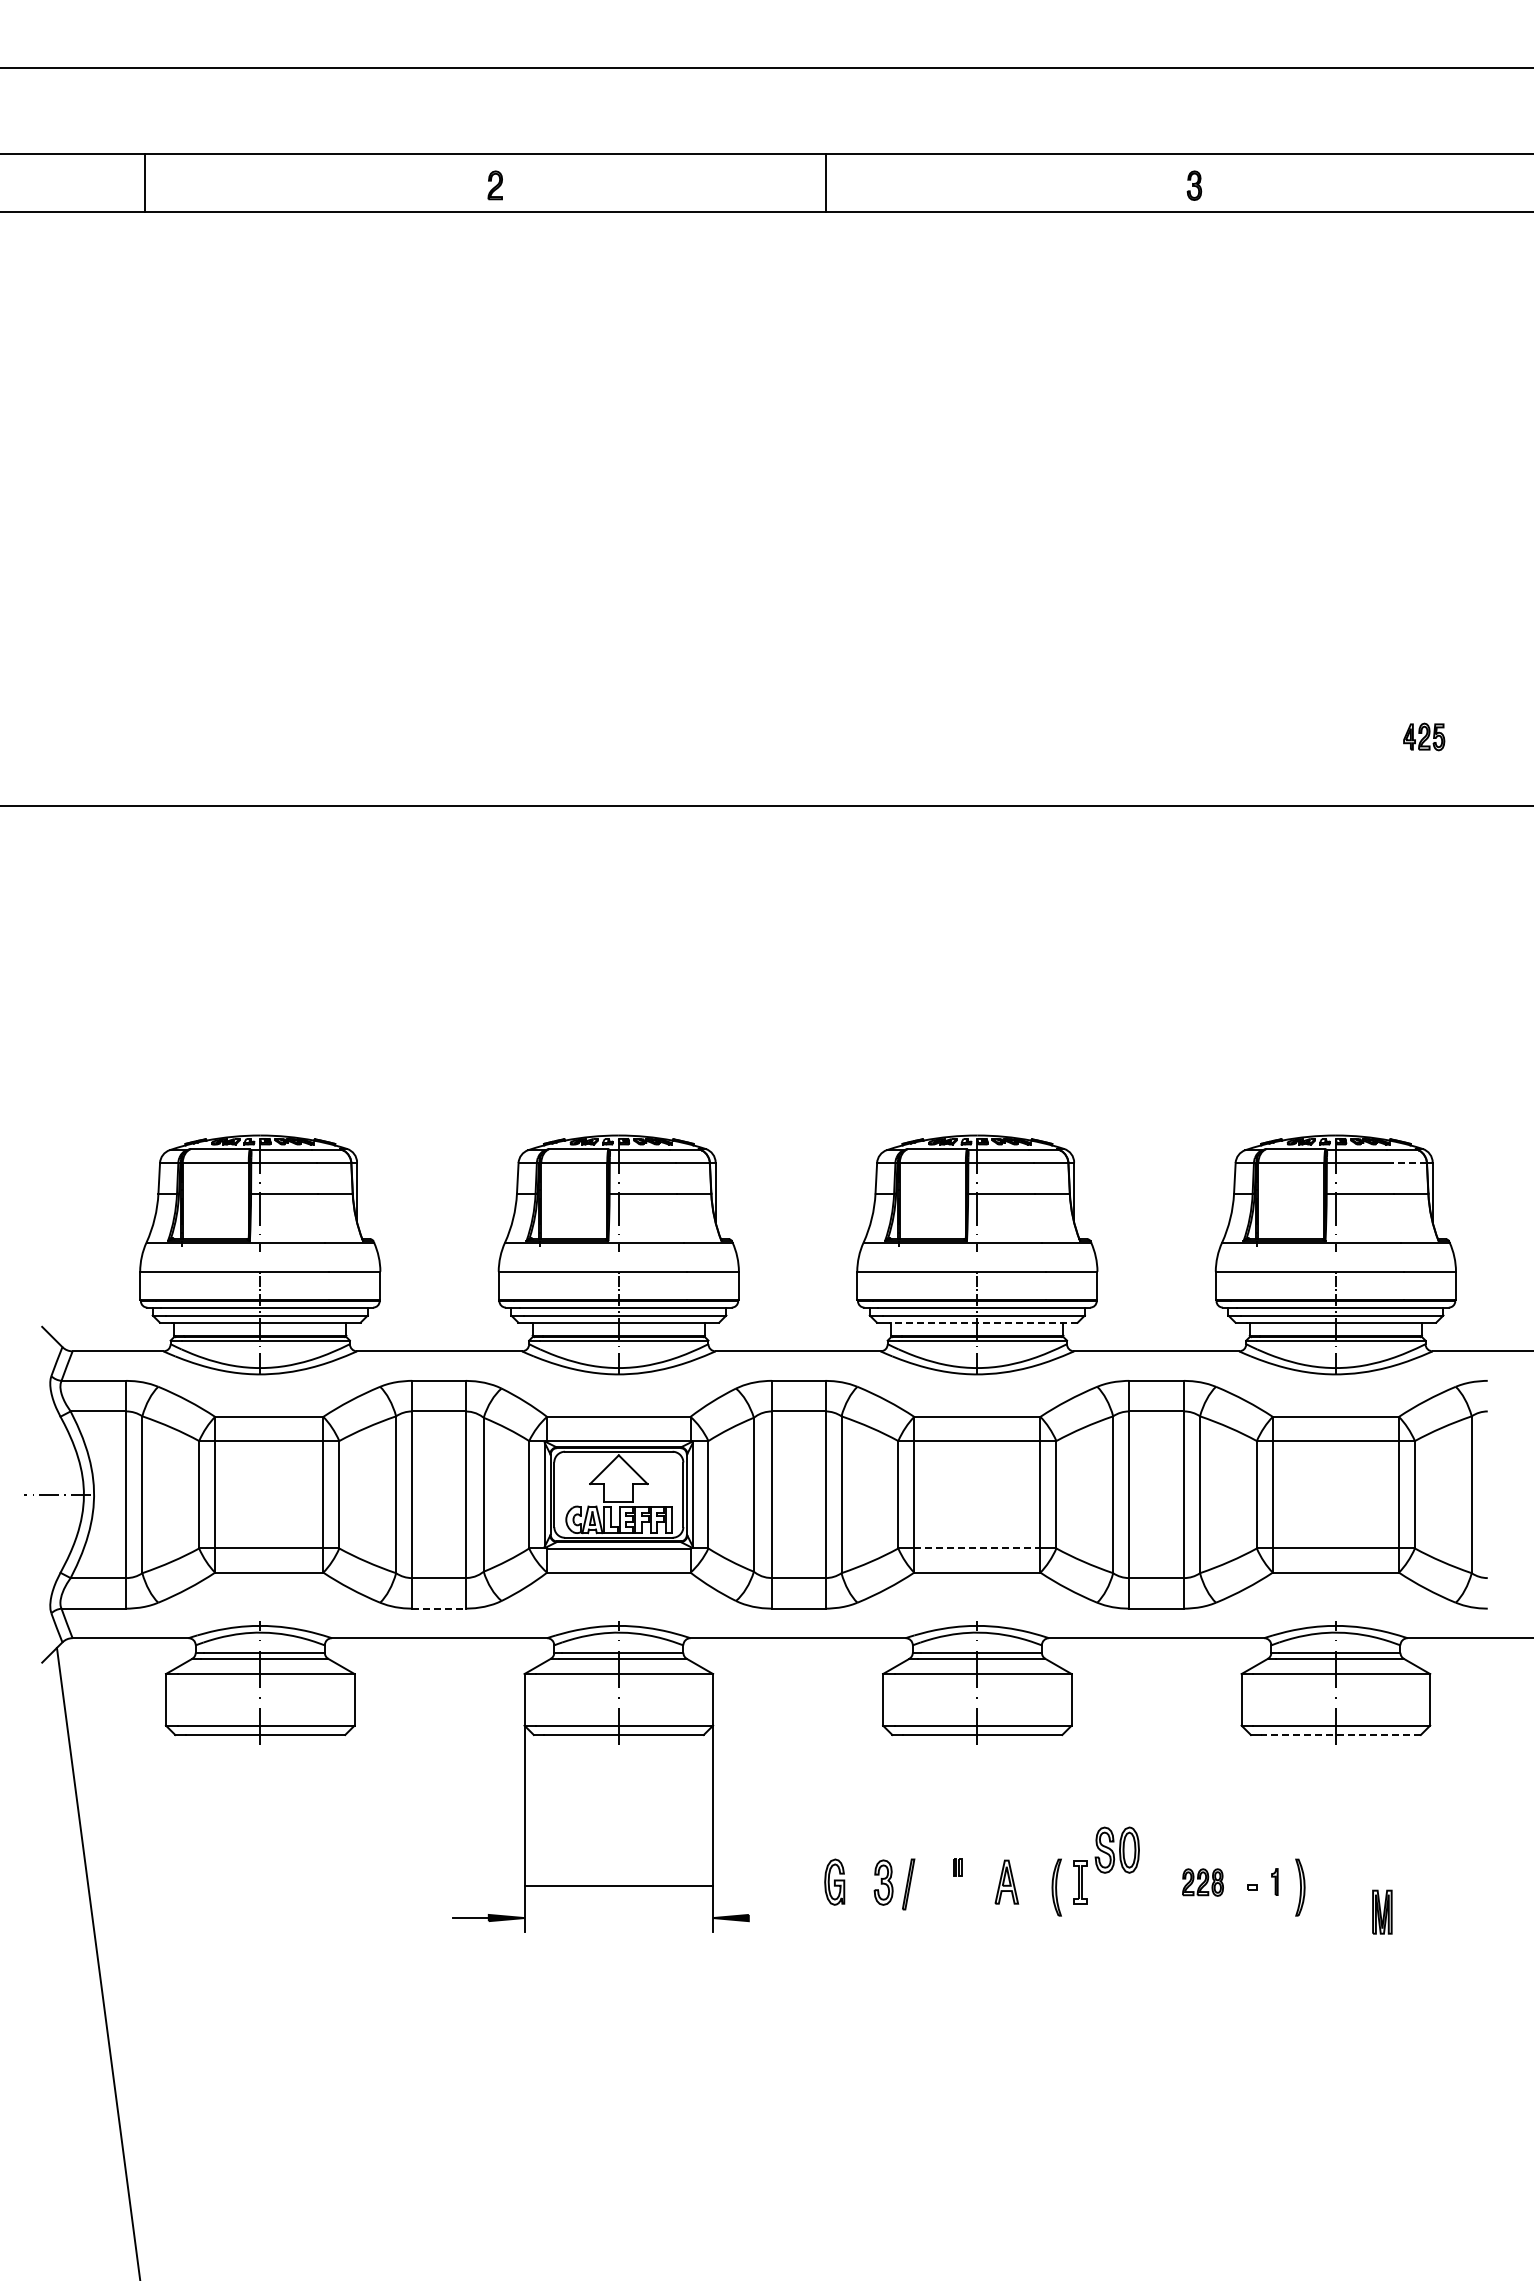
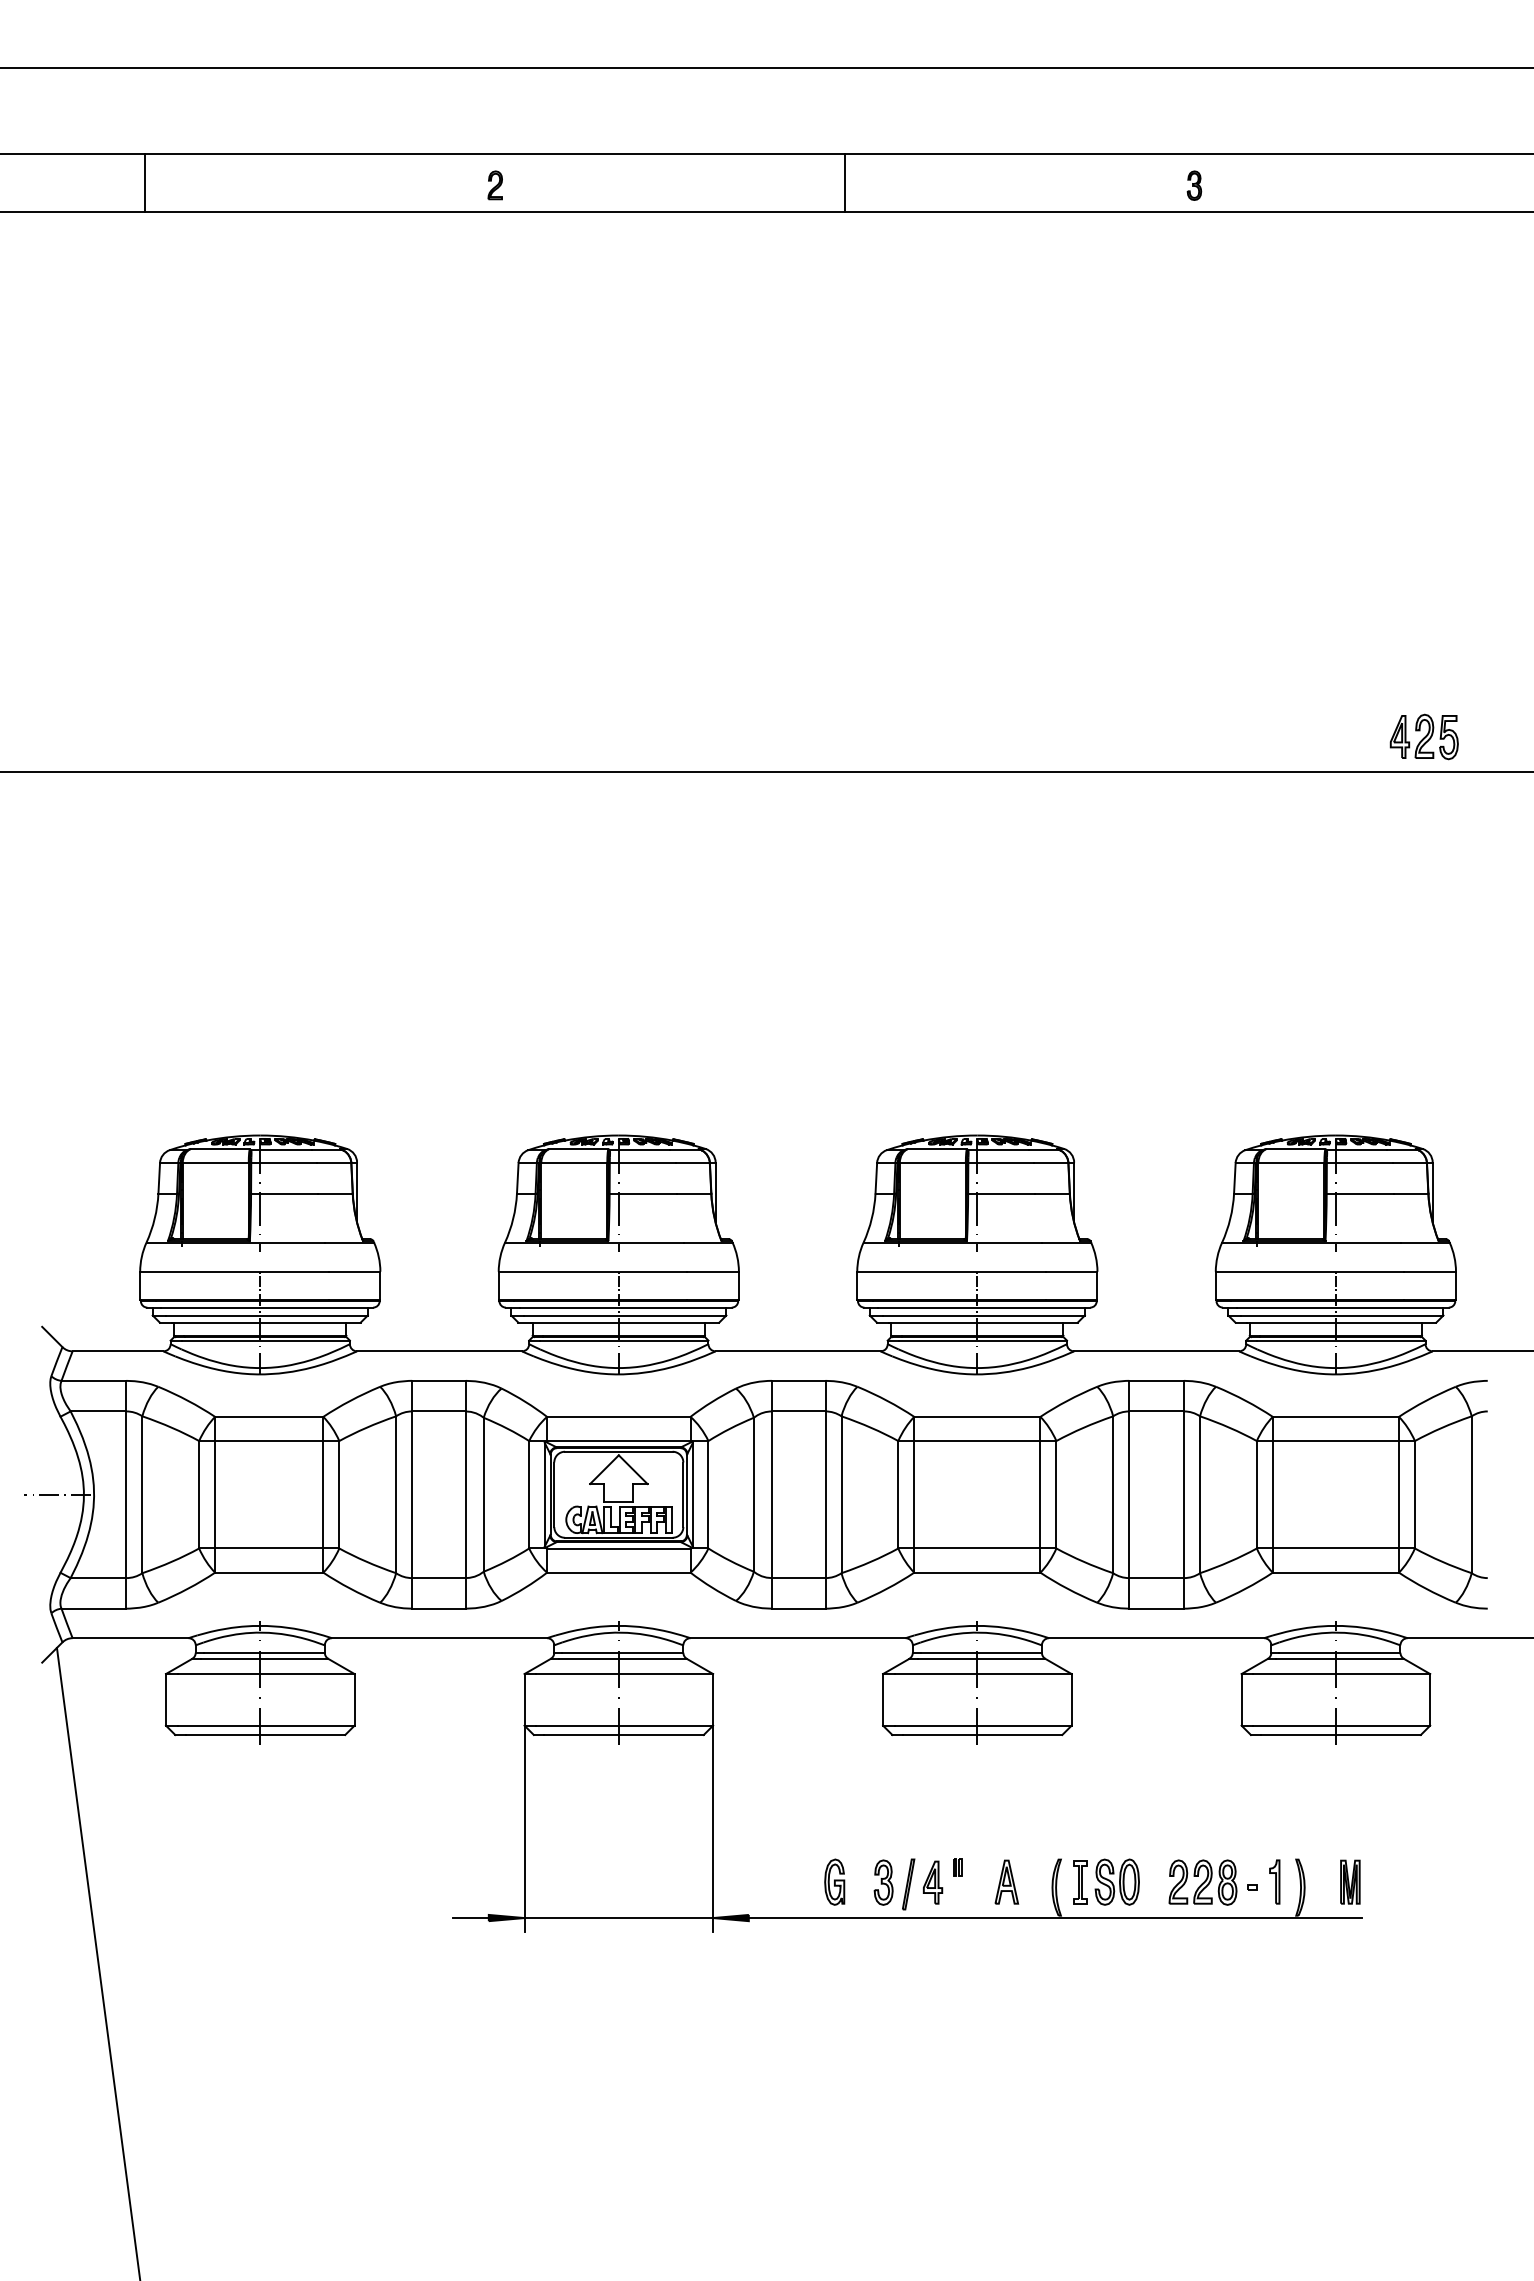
line at (825, 182) position: (825, 182) -> (844, 182)
part at (1424, 736) size: 43x30 px -> 70x48 px
line at (766, 806) position: (766, 806) -> (766, 772)
line at (1409, 1163): dashed -> solid
line at (982, 1322): dashed -> solid
line at (977, 1548): dashed -> solid
line at (438, 1608): dashed -> solid
line at (1341, 1734): dashed -> solid
part at (1116, 1849) position: (1116, 1849) -> (1116, 1881)
part at (1274, 1881) size: 8x28 px -> 12x46 px
part at (933, 1882): none -> present
part at (1202, 1882) size: 42x29 px -> 70x47 px
line at (618, 1886) position: (618, 1886) -> (618, 1918)
part at (1382, 1911) position: (1382, 1911) -> (1350, 1881)
line at (1054, 1918): none -> present
